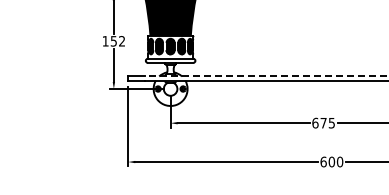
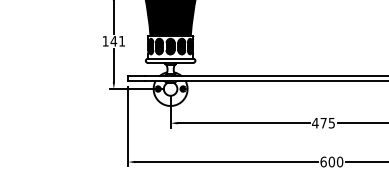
text at (117, 41): 152 -> 141
line at (266, 76): dashed -> solid
text at (315, 122): 675 -> 475
